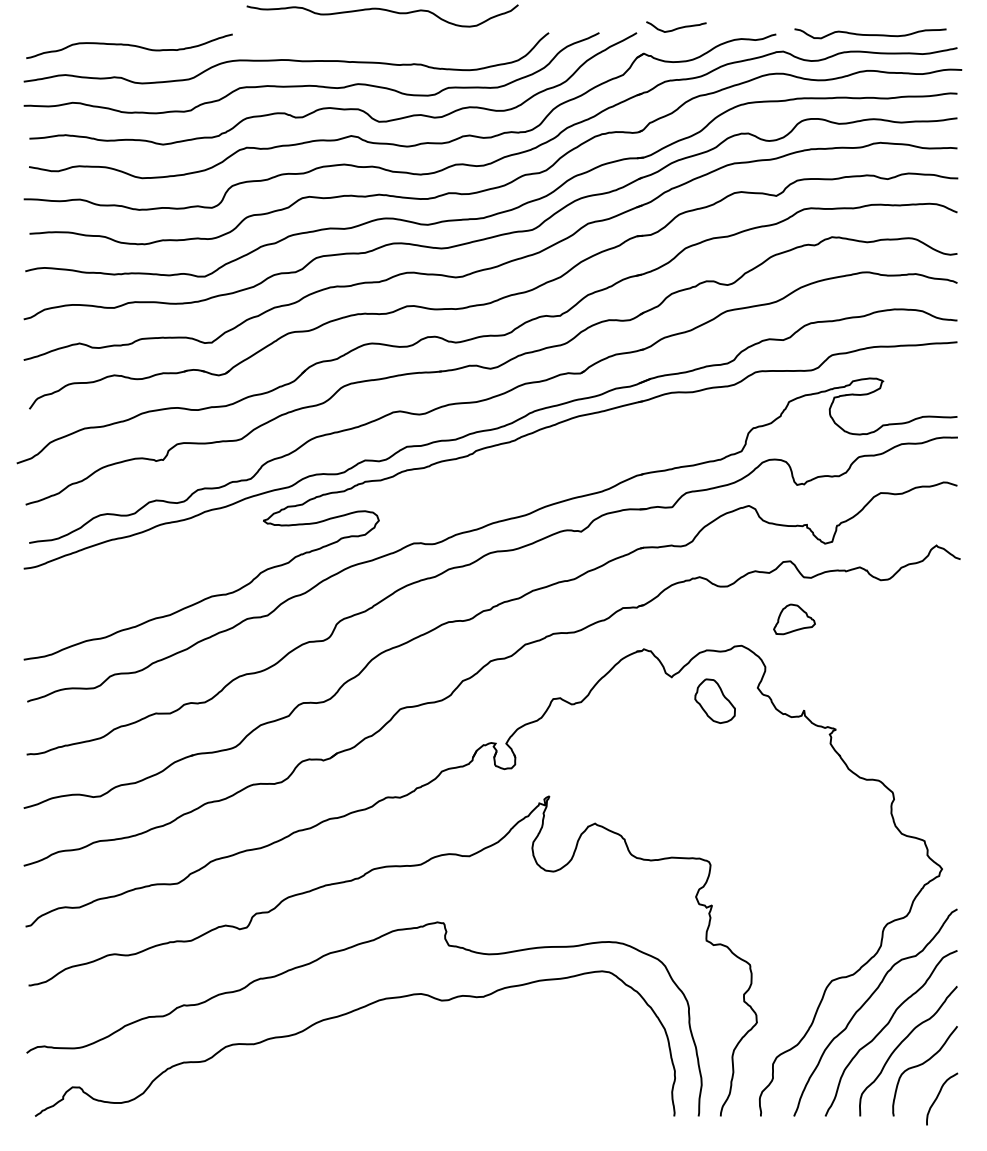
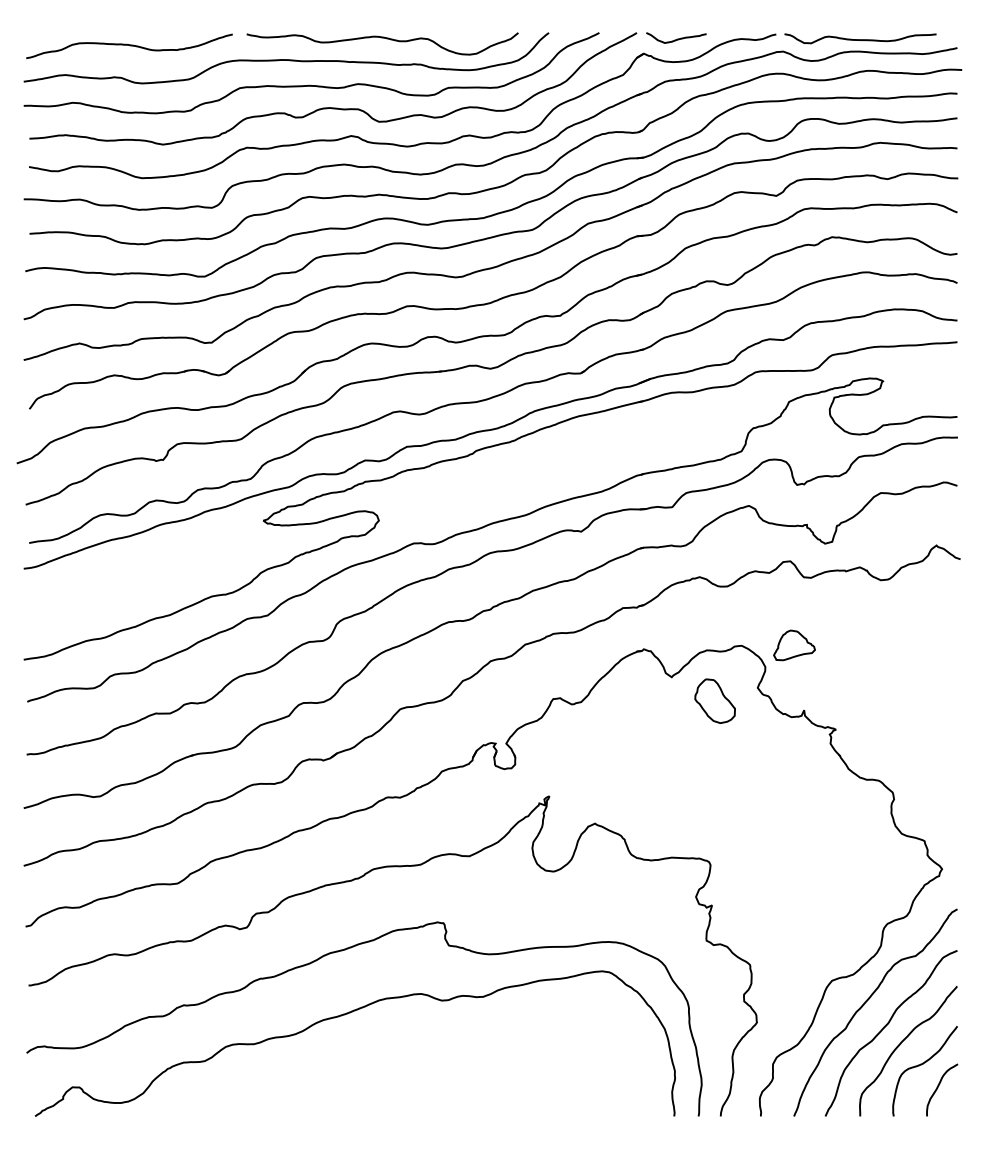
curve at (382, 10) position: (382, 10) -> (382, 38)
curve at (677, 27) position: (677, 27) -> (677, 38)
curve at (870, 34) position: (870, 34) -> (860, 39)
part at (794, 619) position: (794, 619) -> (794, 645)
curve at (939, 1095) position: (939, 1095) -> (939, 1086)
